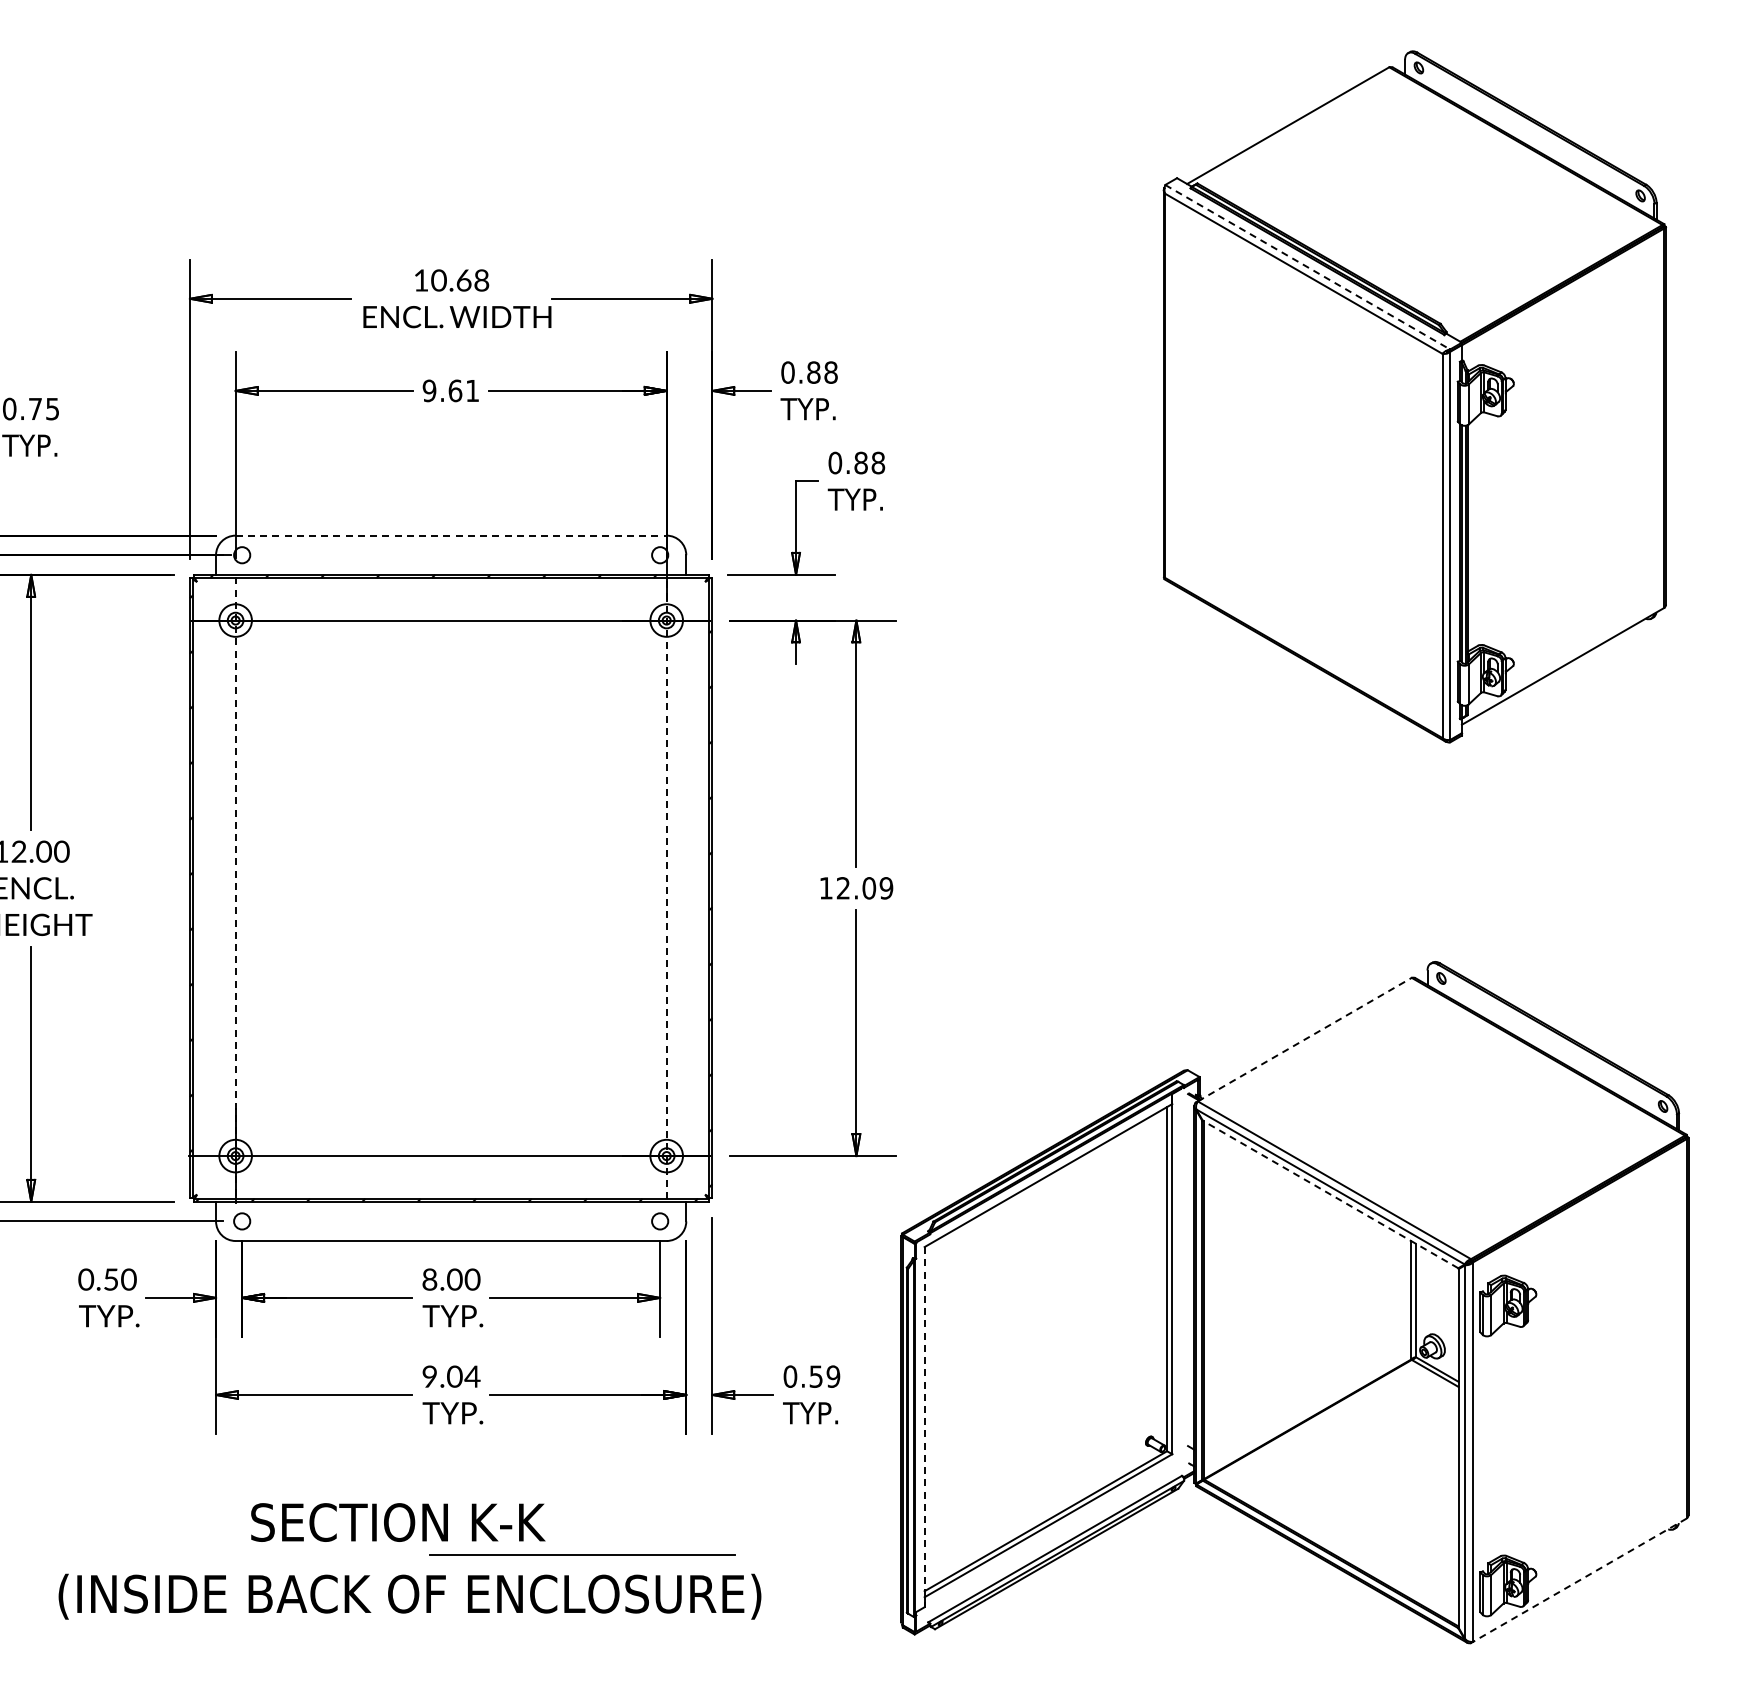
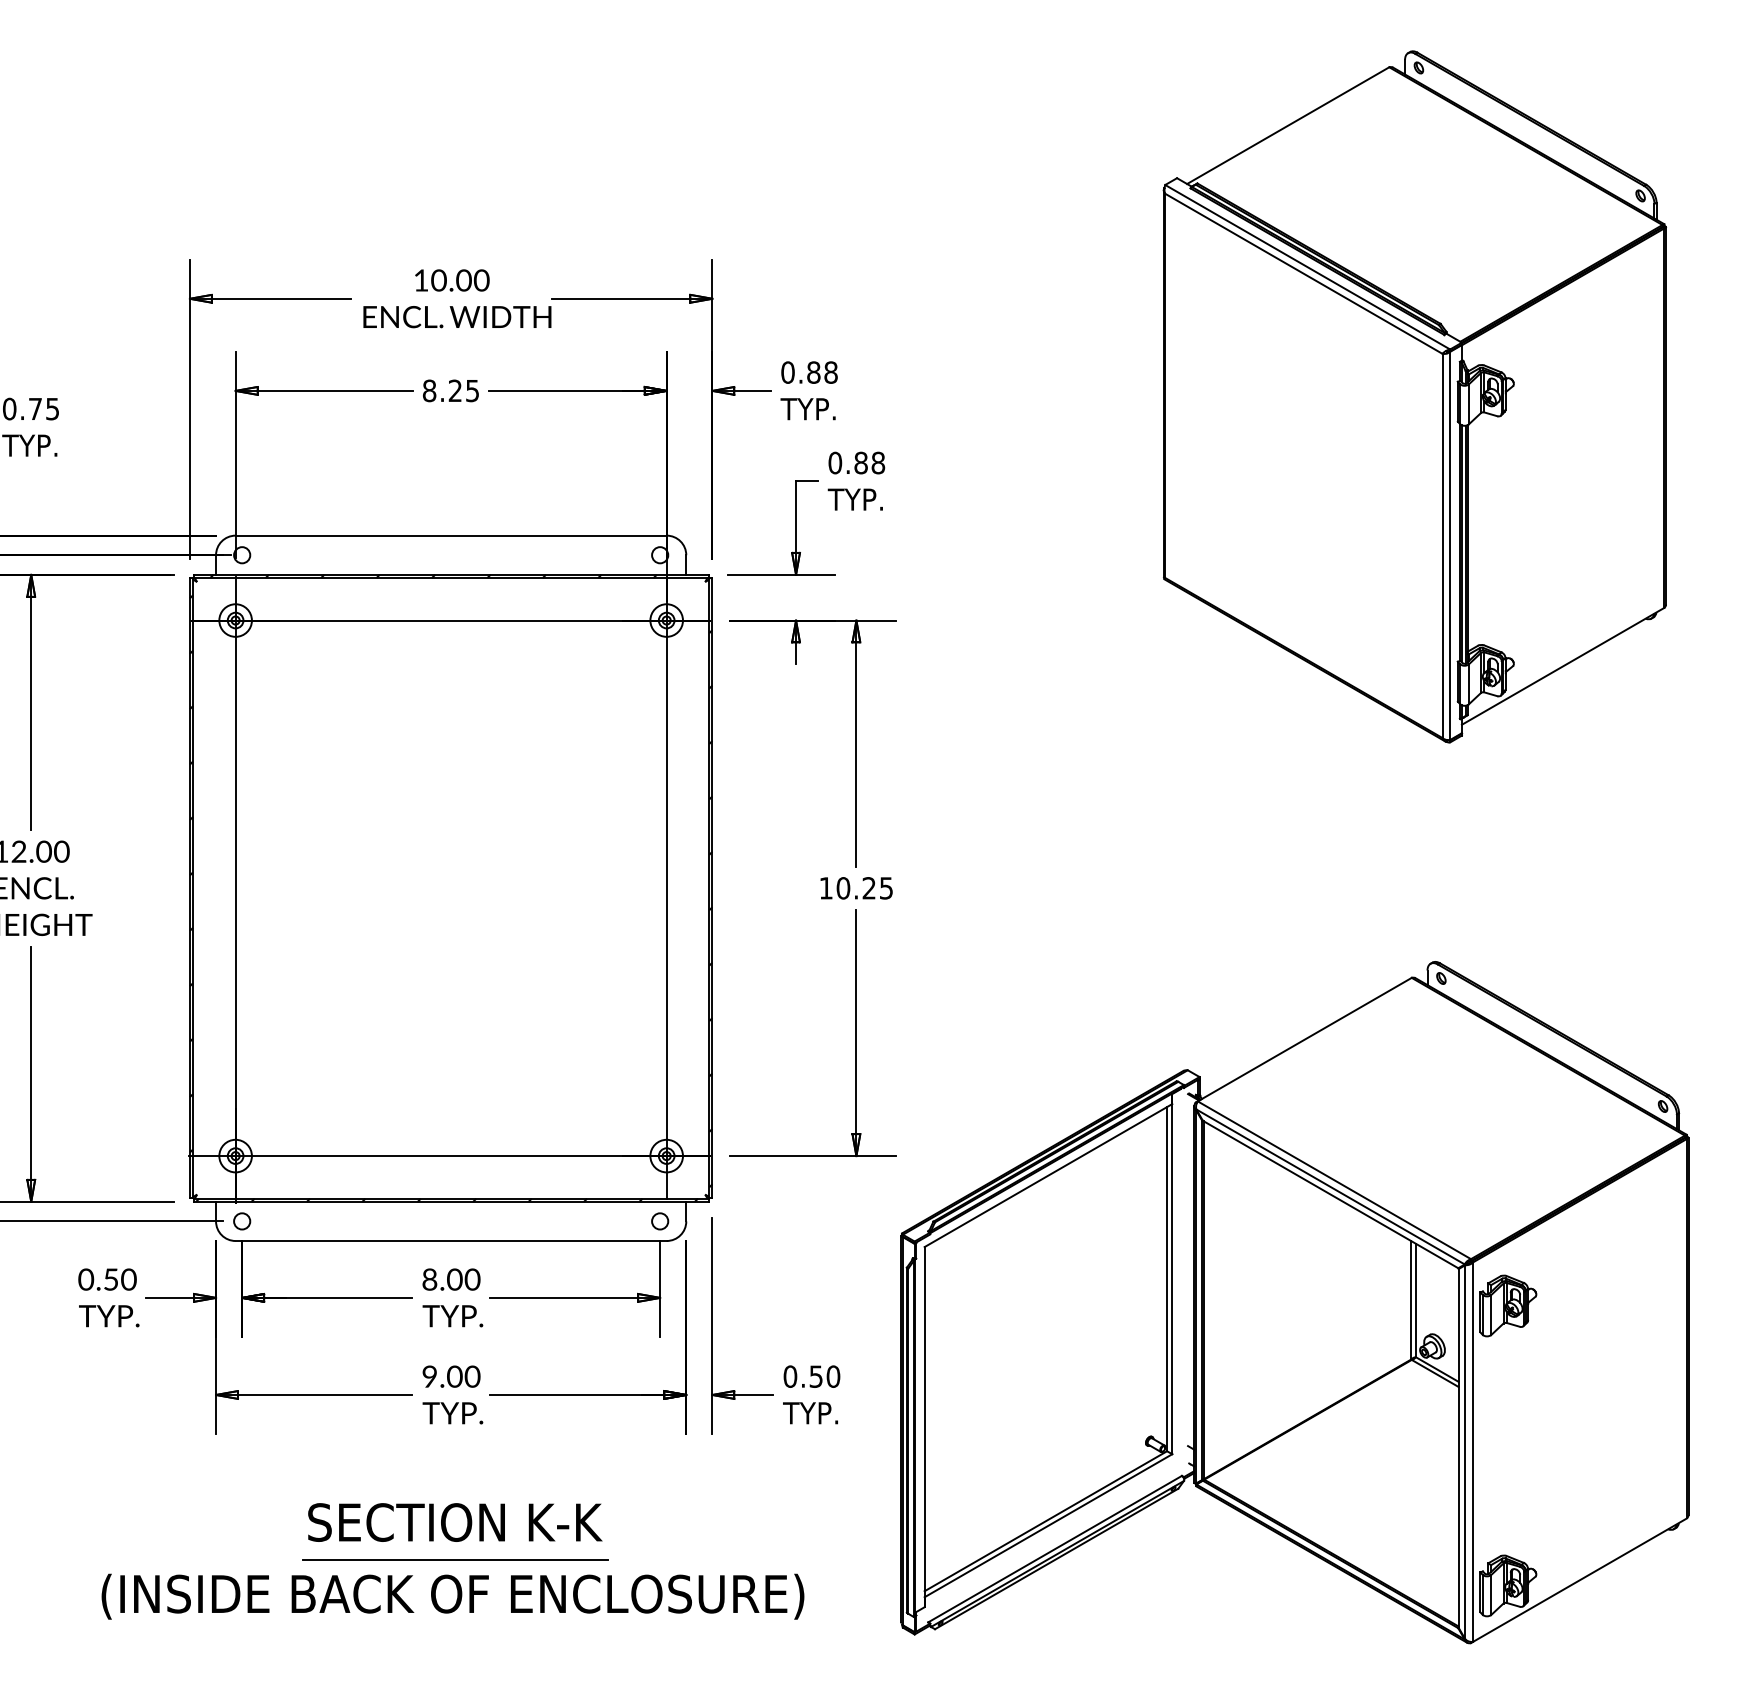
line at (1308, 267): dashed -> solid
text at (472, 280): 10.68 -> 10.00
text at (450, 390): 9.61 -> 8.25
line at (451, 535): dashed -> solid
line at (666, 887): dashed -> solid
text at (864, 888): 12.09 -> 10.25
line at (235, 890): dashed -> solid
line at (1304, 1039): dashed -> solid
line at (1330, 1194): dashed -> solid
text at (472, 1376): 9.04 -> 9.00
text at (833, 1376): 0.59 -> 0.50
line at (924, 1427): dashed -> solid
text at (398, 1522) position: (398, 1522) -> (455, 1522)
line at (582, 1554) position: (582, 1554) -> (455, 1559)
line at (1579, 1580): dashed -> solid
text at (409, 1596) position: (409, 1596) -> (452, 1596)
